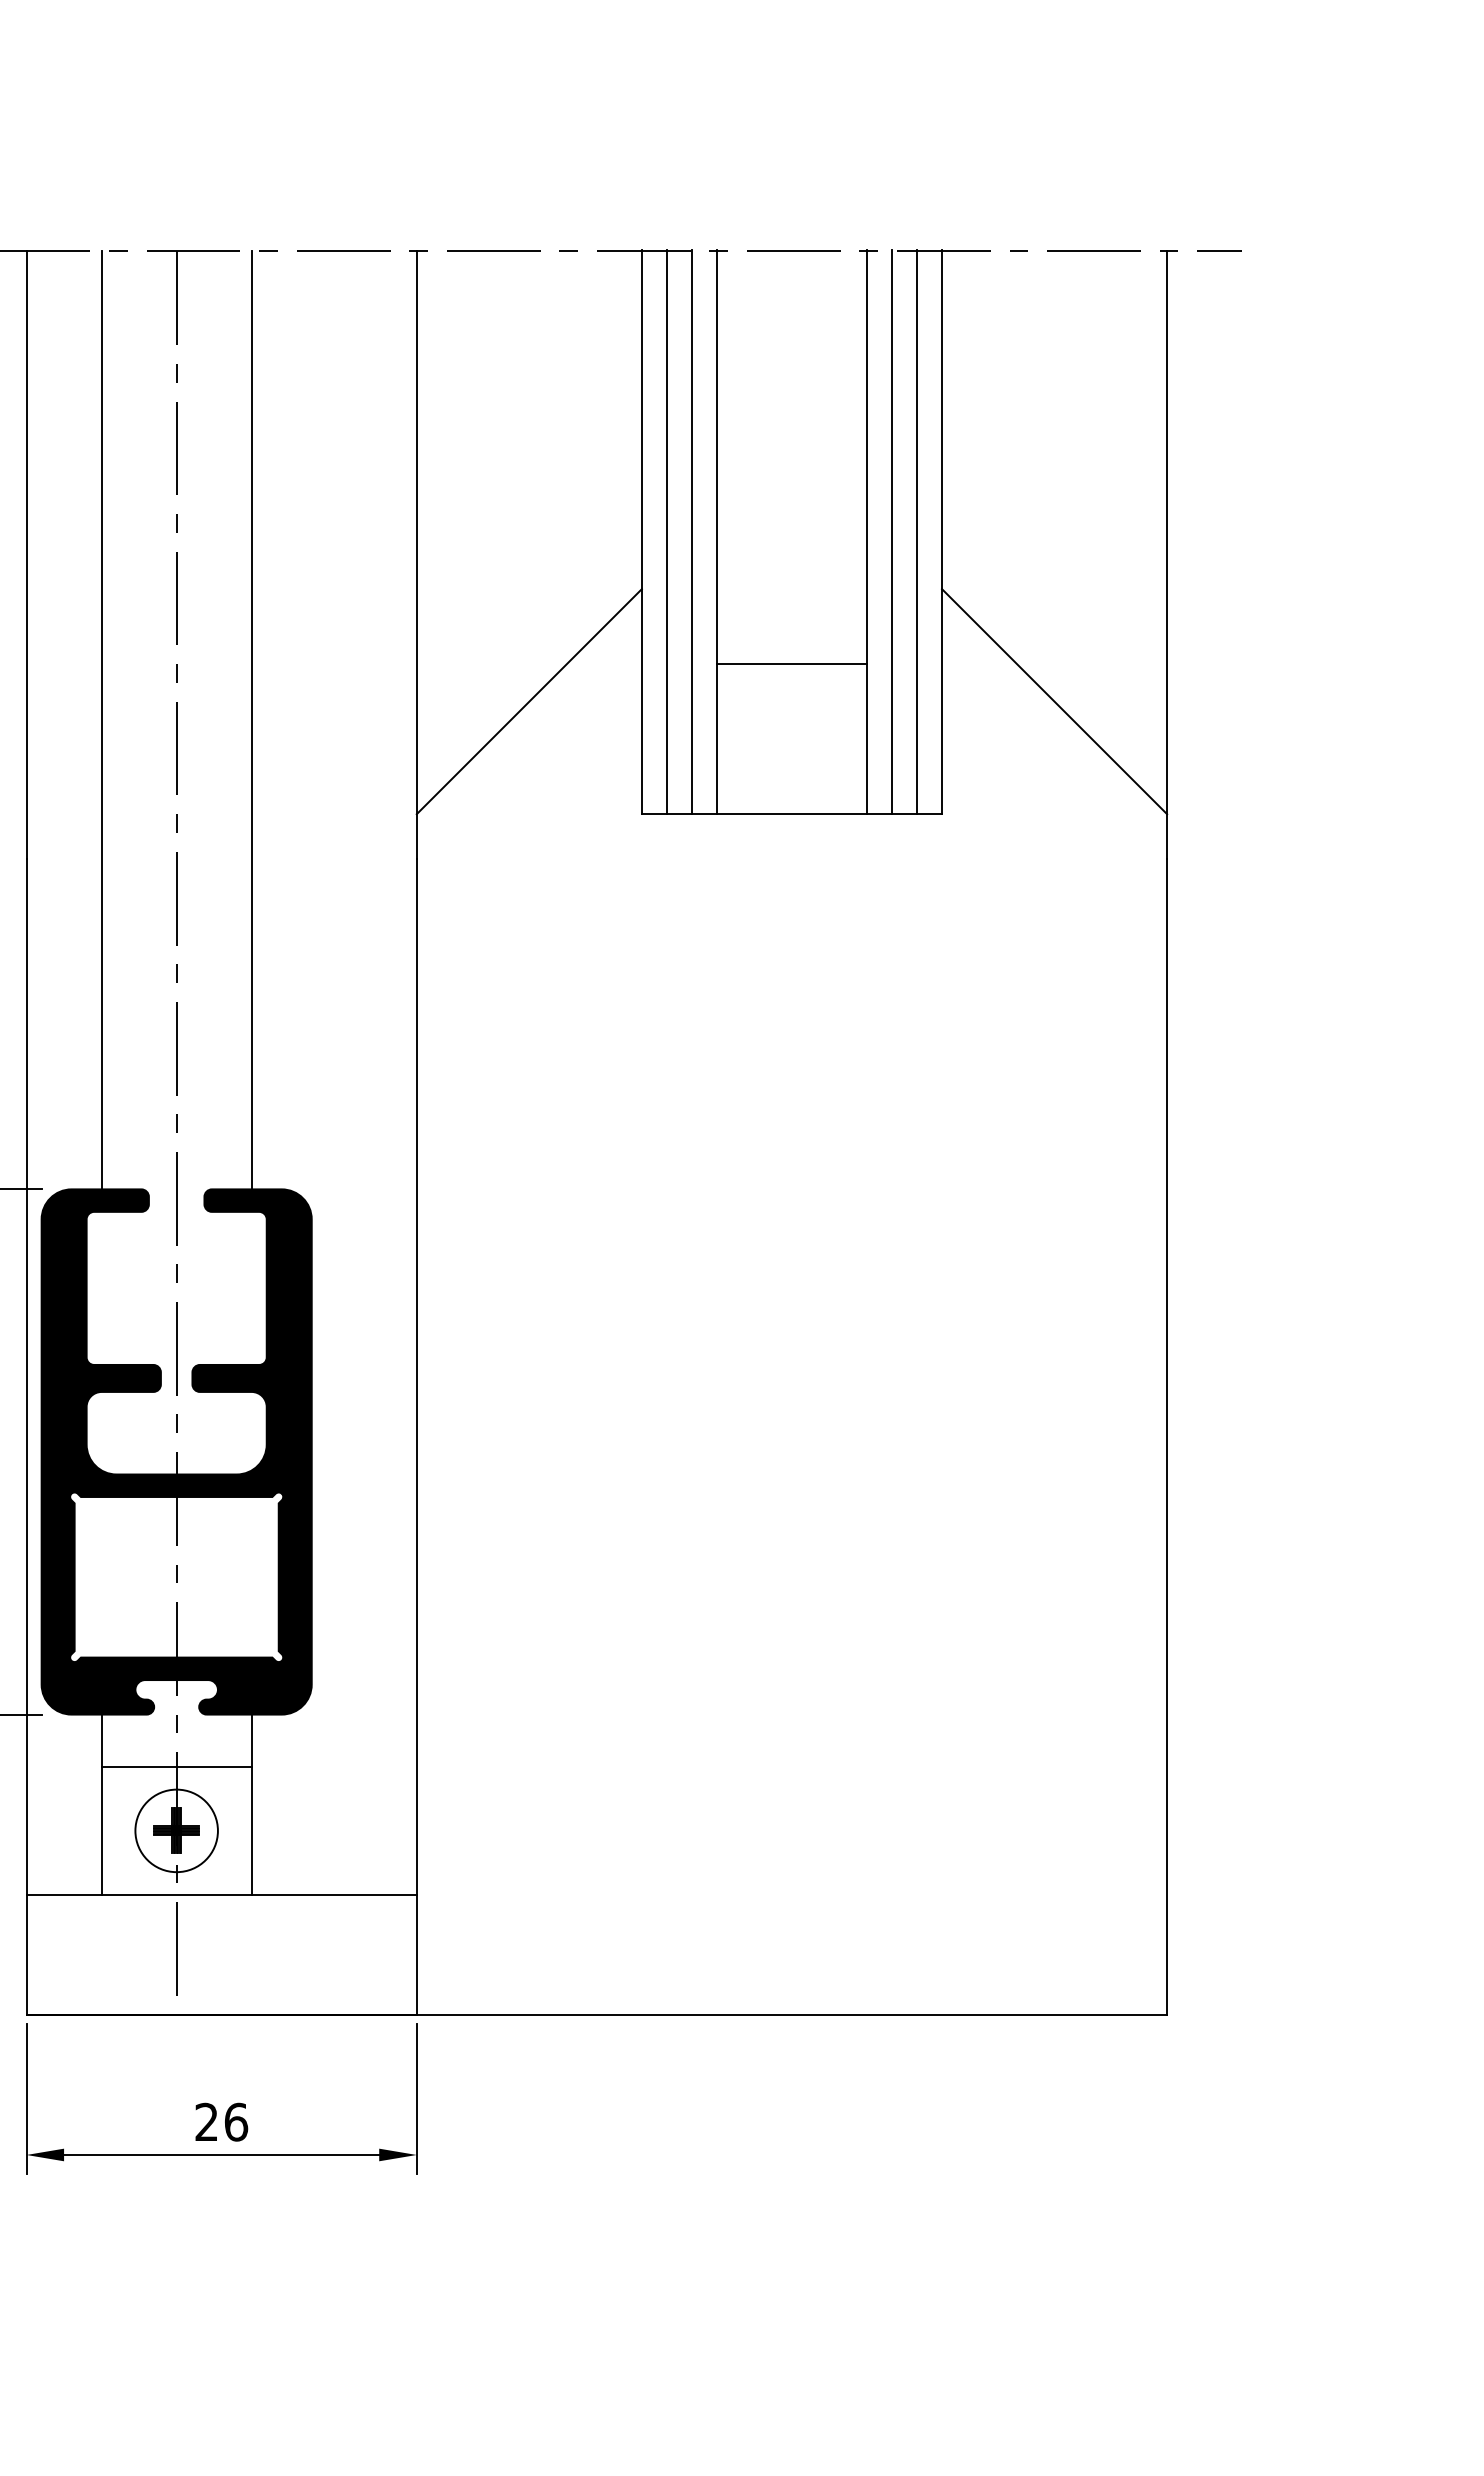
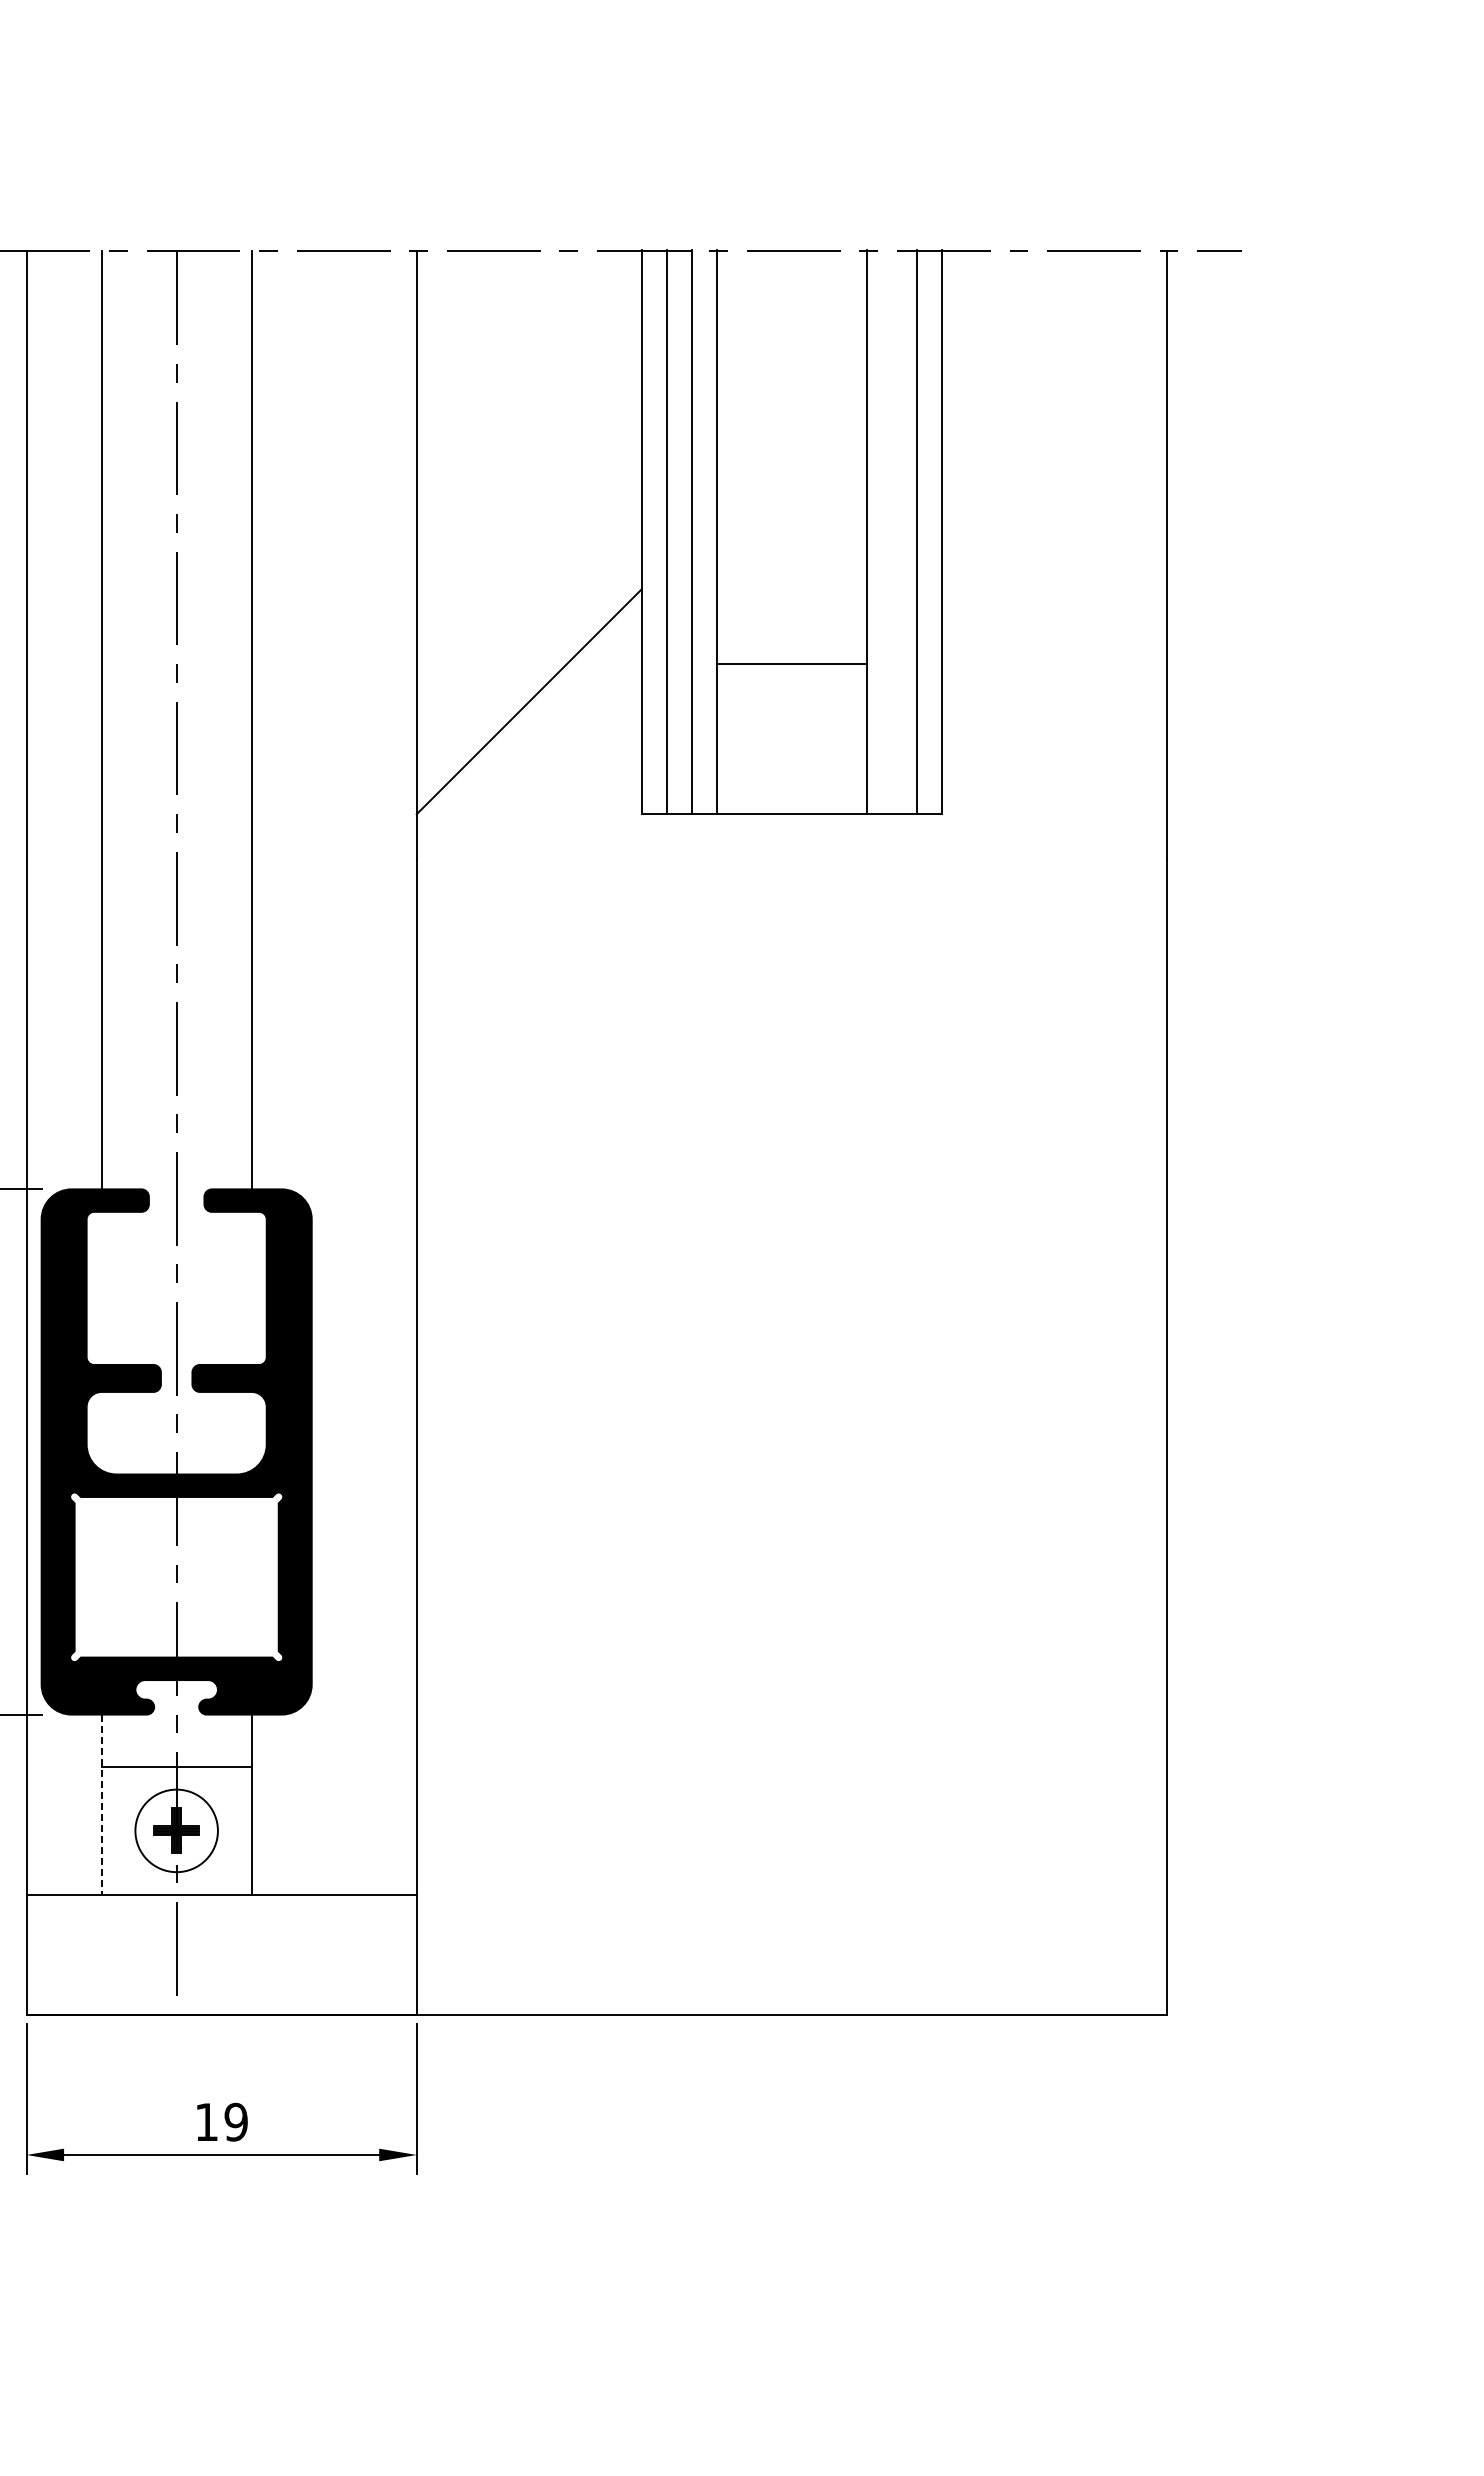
line at (891, 531): present -> none
line at (1054, 701): present -> none
line at (101, 1805): solid -> dashed
text at (221, 2121): 26 -> 19
